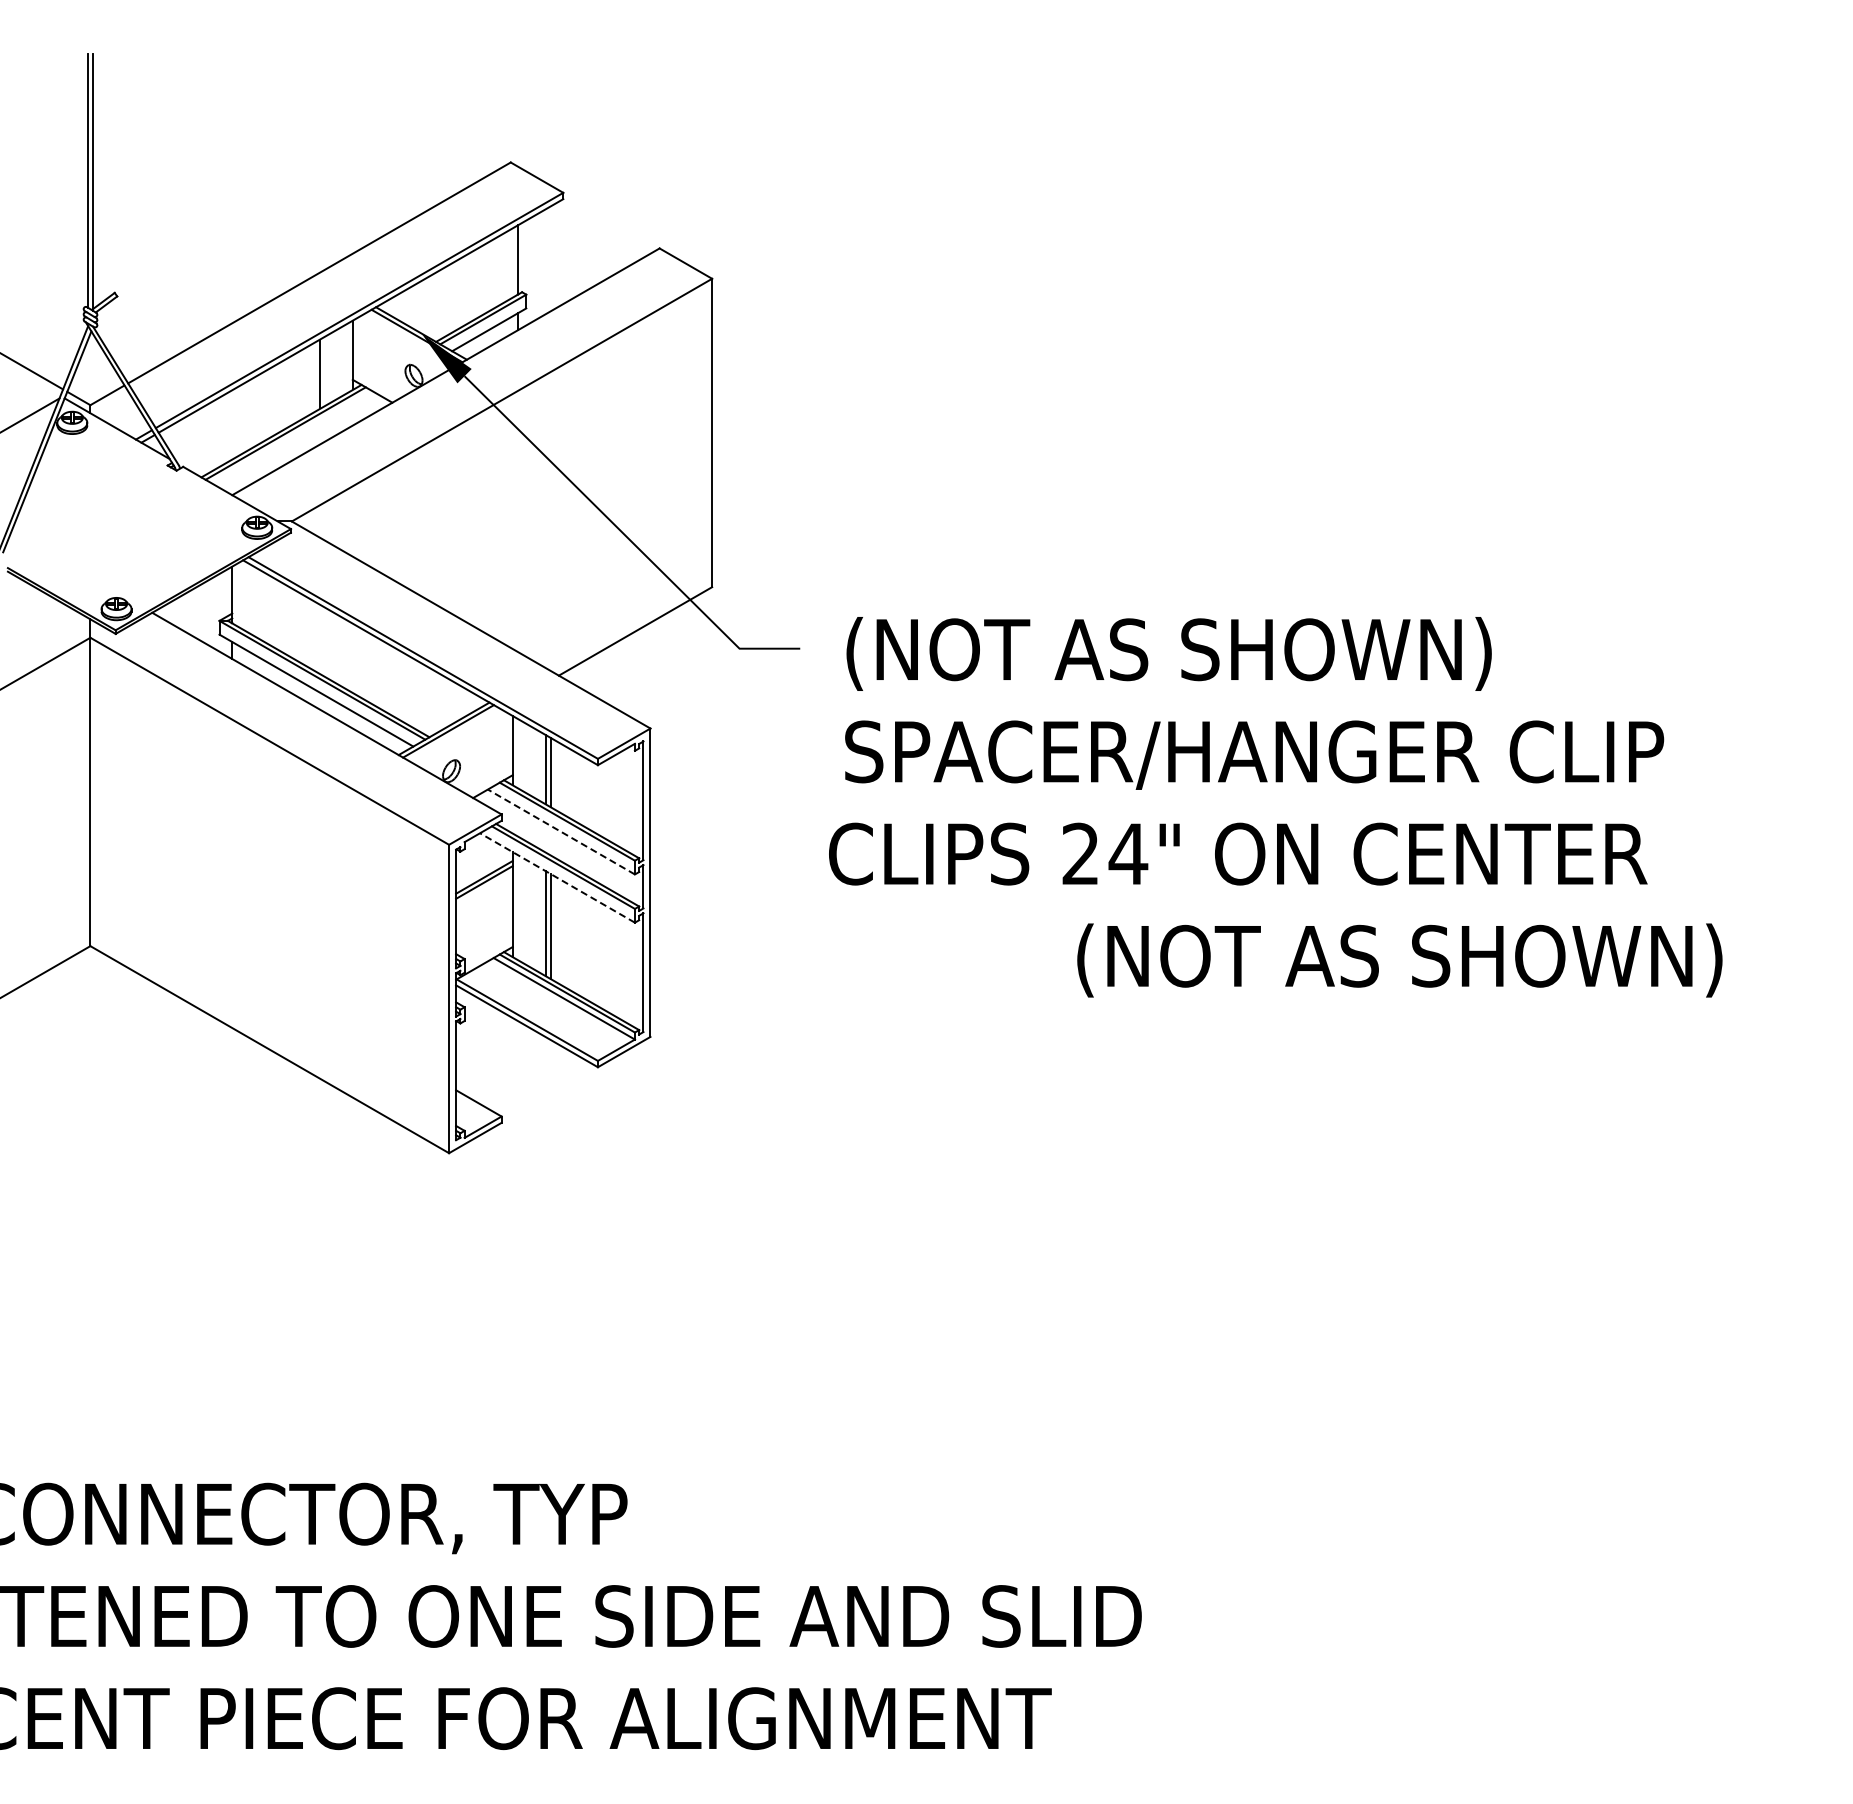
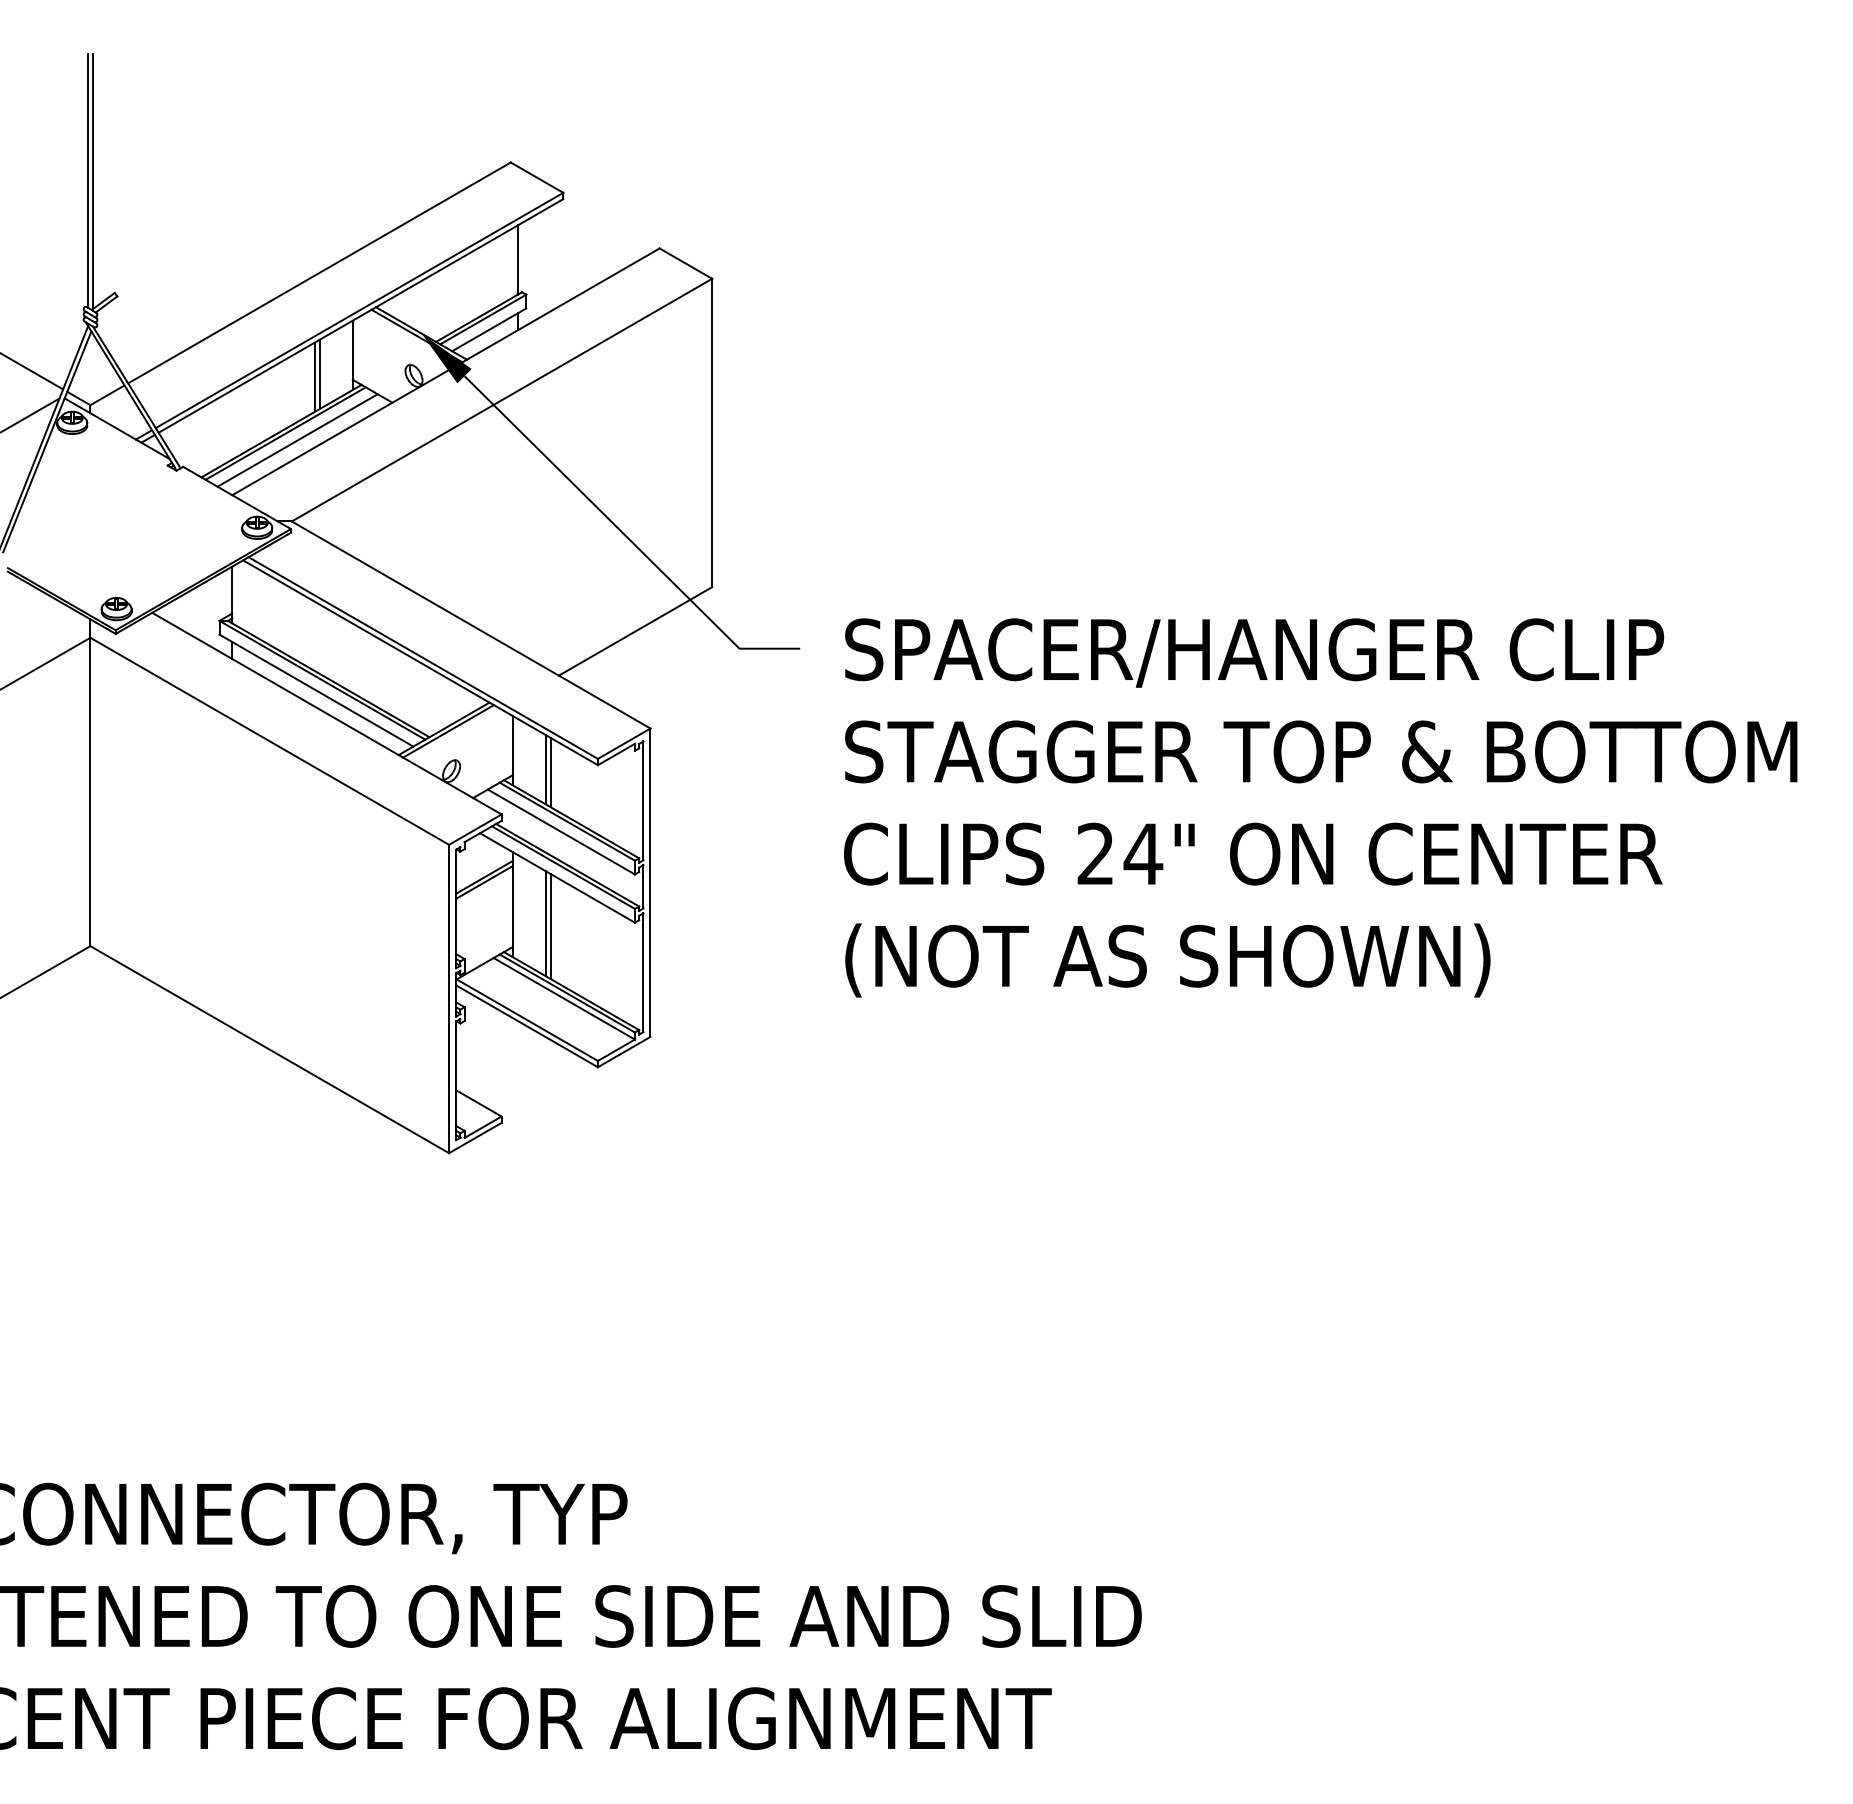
line at (314, 376): none -> present
line at (297, 440): none -> present
text at (1254, 653): (NOT AS SHOWN) -> SPACER/HANGER CLIP
text at (1342, 754): SPACER/HANGER CLIP -> STAGGER TOP & BOTTOM
line at (561, 832): dashed -> solid
text at (1238, 853) position: (1238, 853) -> (1253, 853)
line at (557, 877): dashed -> solid
text at (1399, 960) position: (1399, 960) -> (1167, 960)
